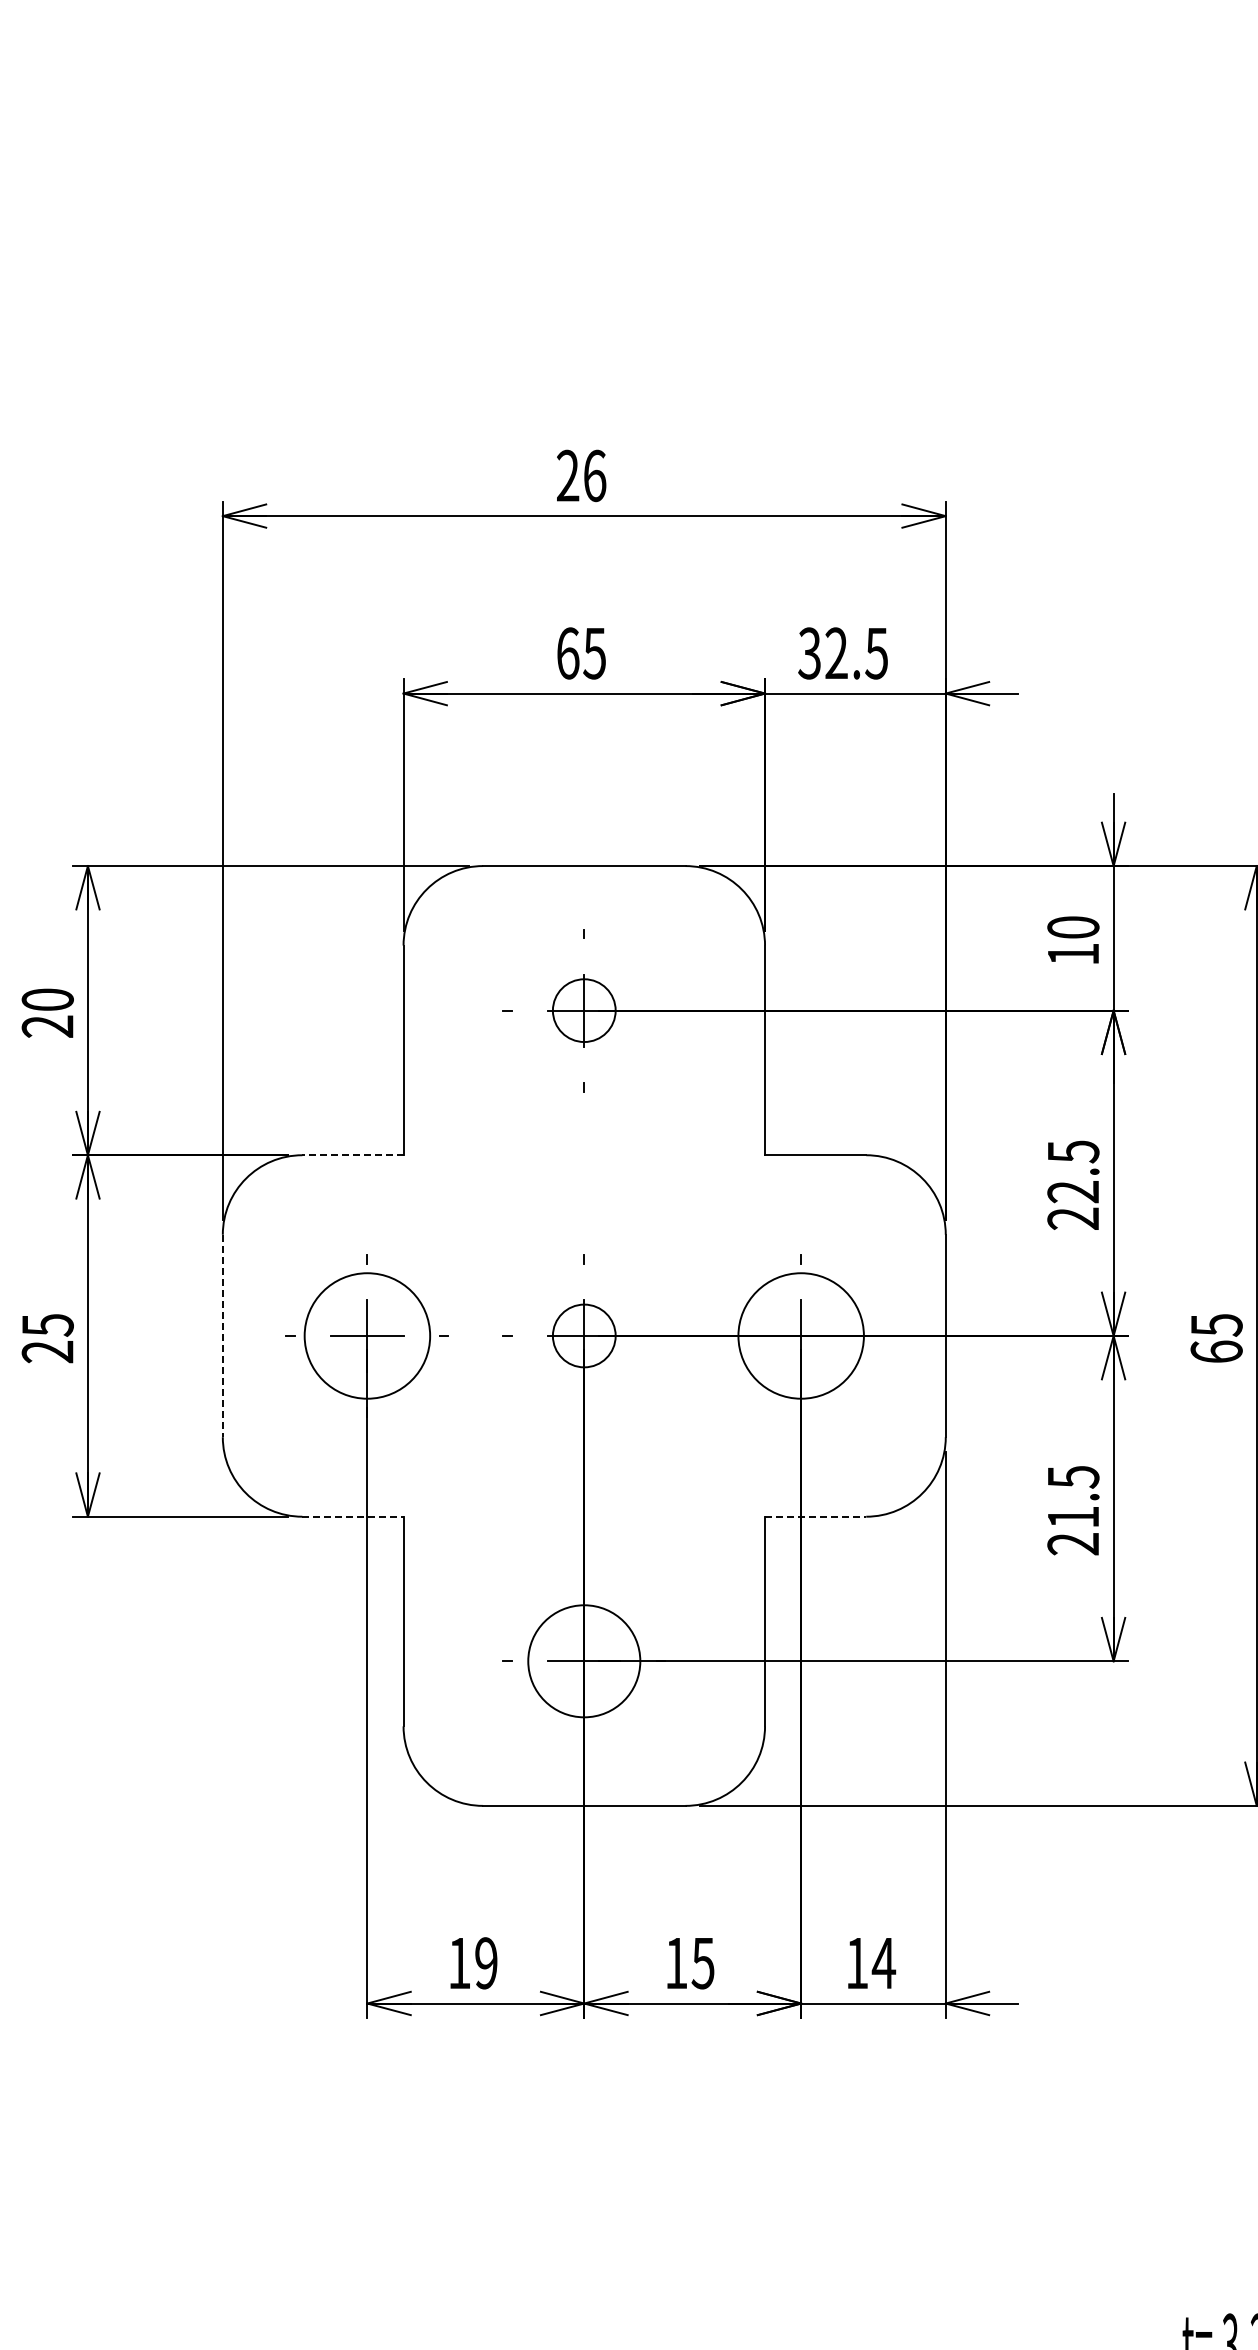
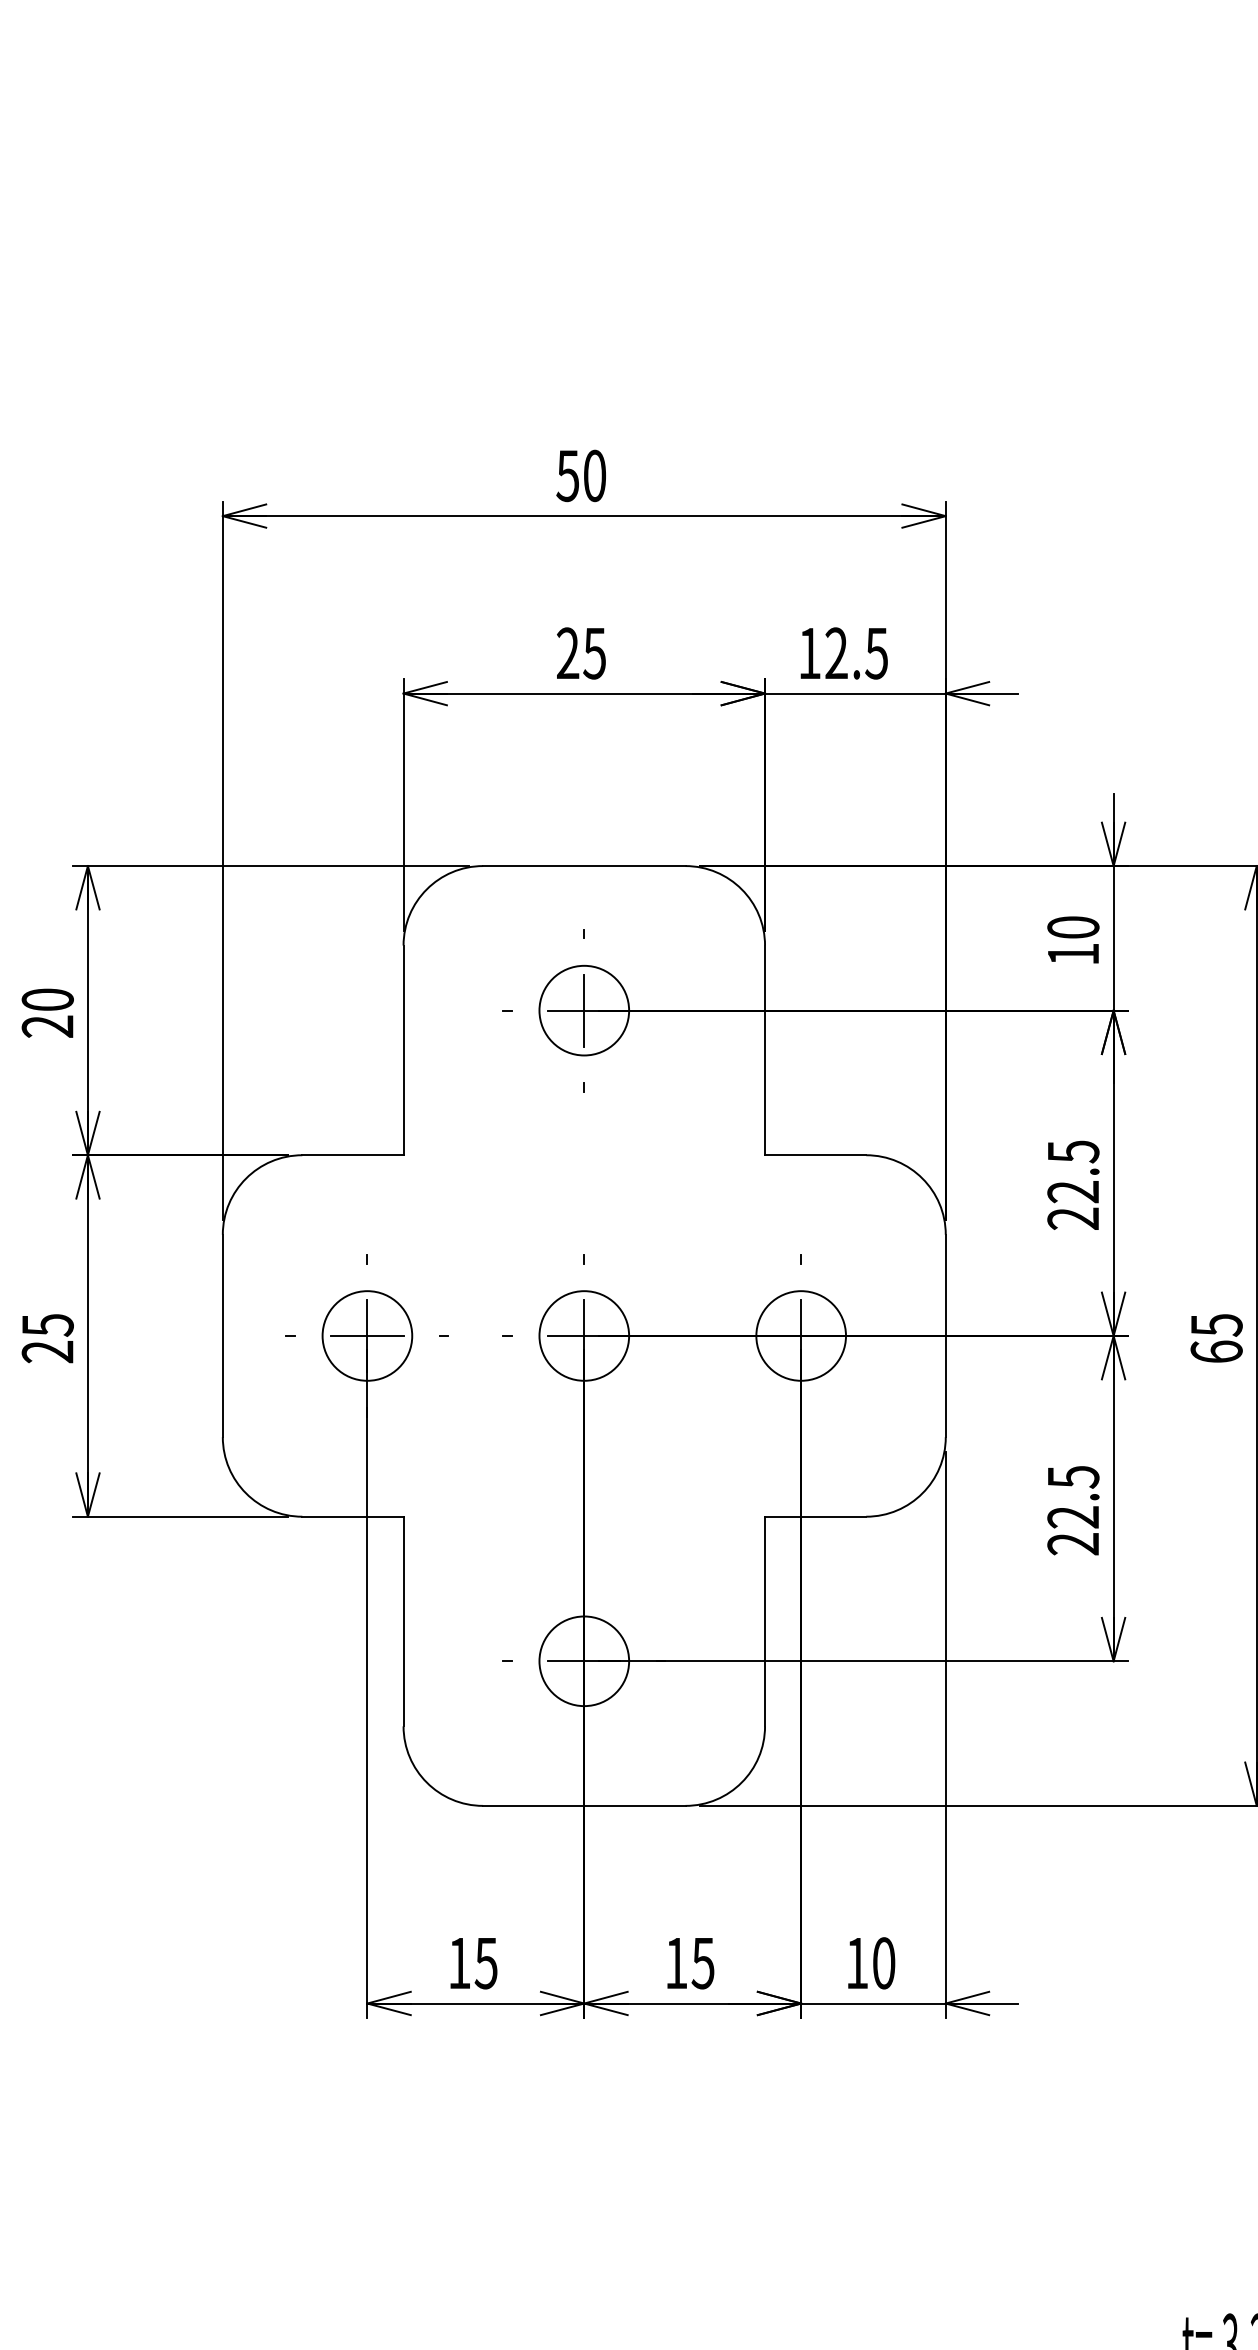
text at (581, 475): 26 -> 50
text at (568, 653): 65 -> 25
text at (809, 653): 32.5 -> 12.5
circle at (583, 1010) diameter: 63 px -> 90 px
line at (352, 1155): dashed -> solid
circle at (367, 1335) diameter: 126 px -> 90 px
circle at (583, 1335) diameter: 63 px -> 90 px
circle at (800, 1335) diameter: 126 px -> 90 px
line at (222, 1336): dashed -> solid
line at (352, 1516): dashed -> solid
line at (815, 1516): dashed -> solid
text at (1072, 1517): 21.5 -> 22.5
circle at (584, 1661) diameter: 112 px -> 90 px
text at (485, 1963): 19 -> 15
text at (883, 1963): 14 -> 10
